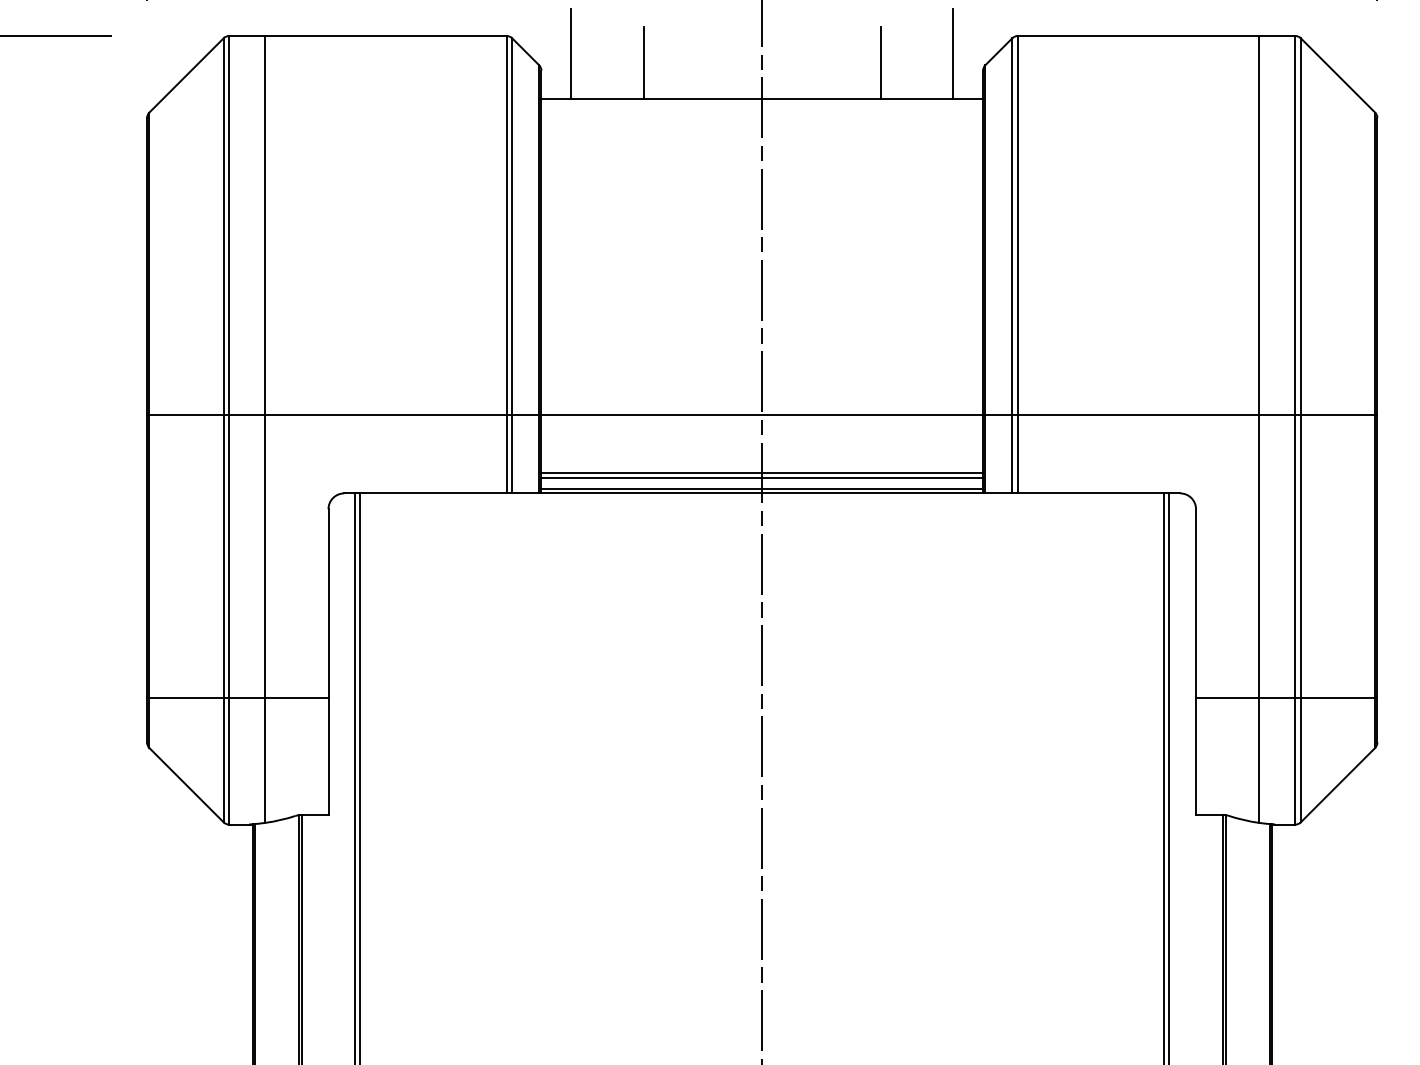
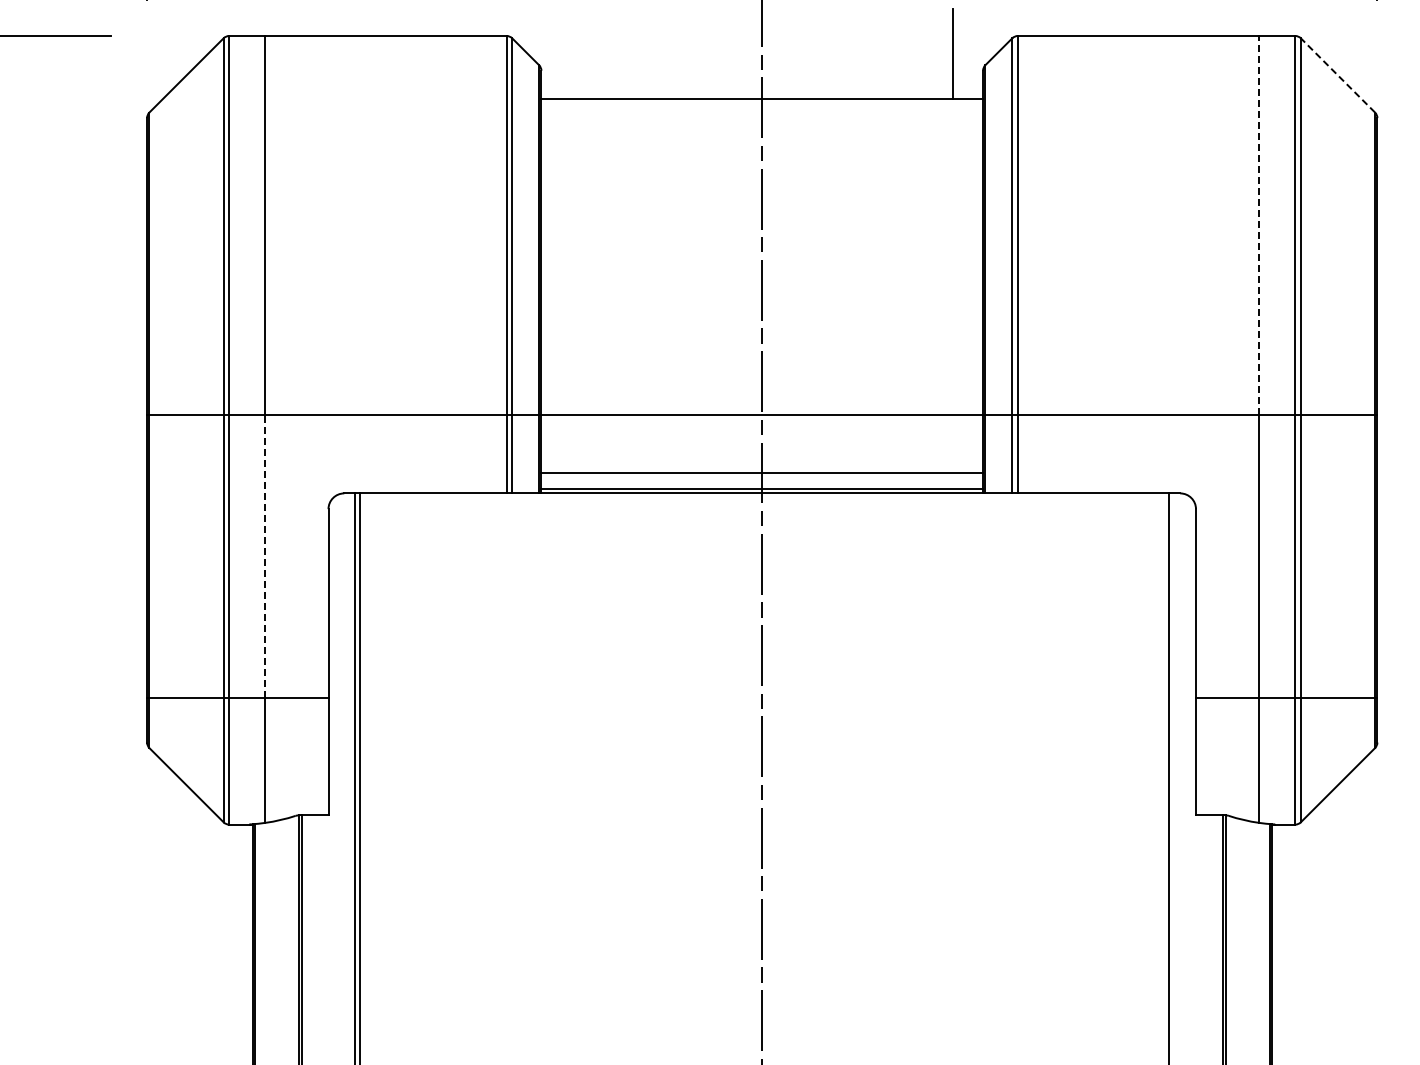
line at (571, 53): present -> none
line at (643, 63): present -> none
line at (880, 63): present -> none
line at (1337, 75): solid -> dashed
line at (1259, 224): solid -> dashed
line at (762, 477): present -> none
line at (265, 556): solid -> dashed
line at (1164, 777): present -> none
